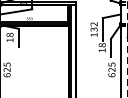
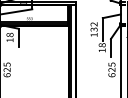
line at (127, 49): dashed -> solid
